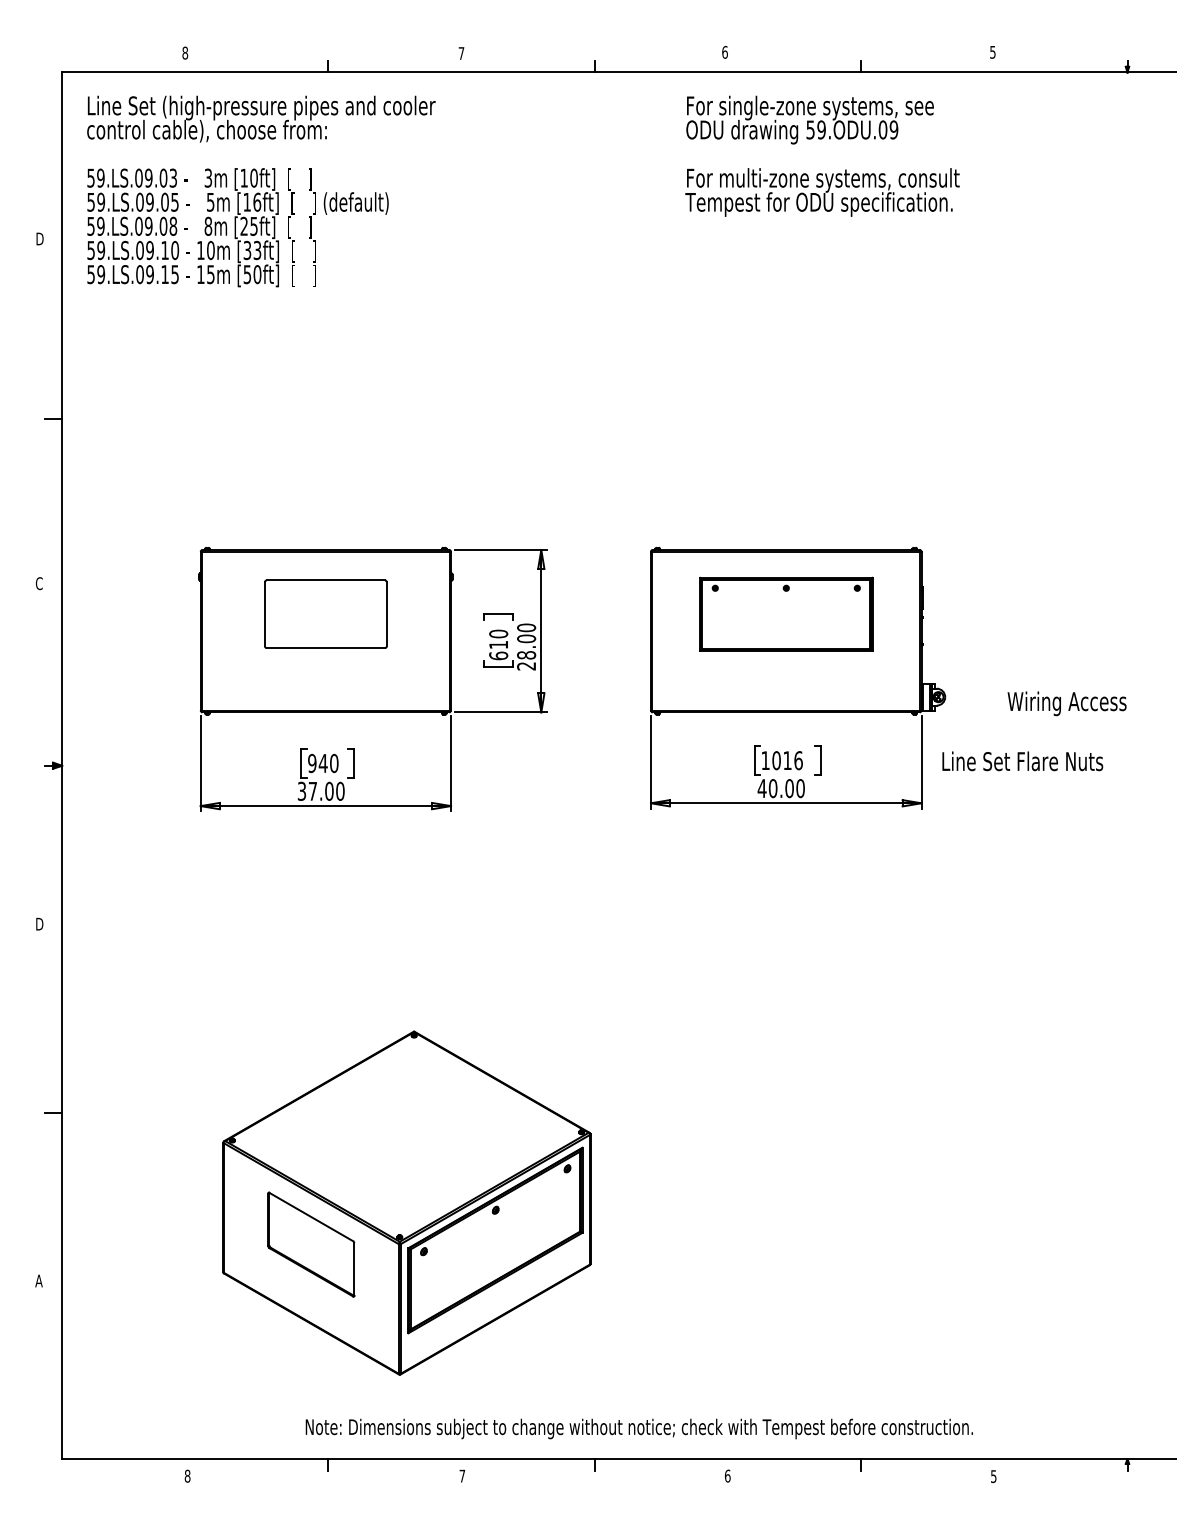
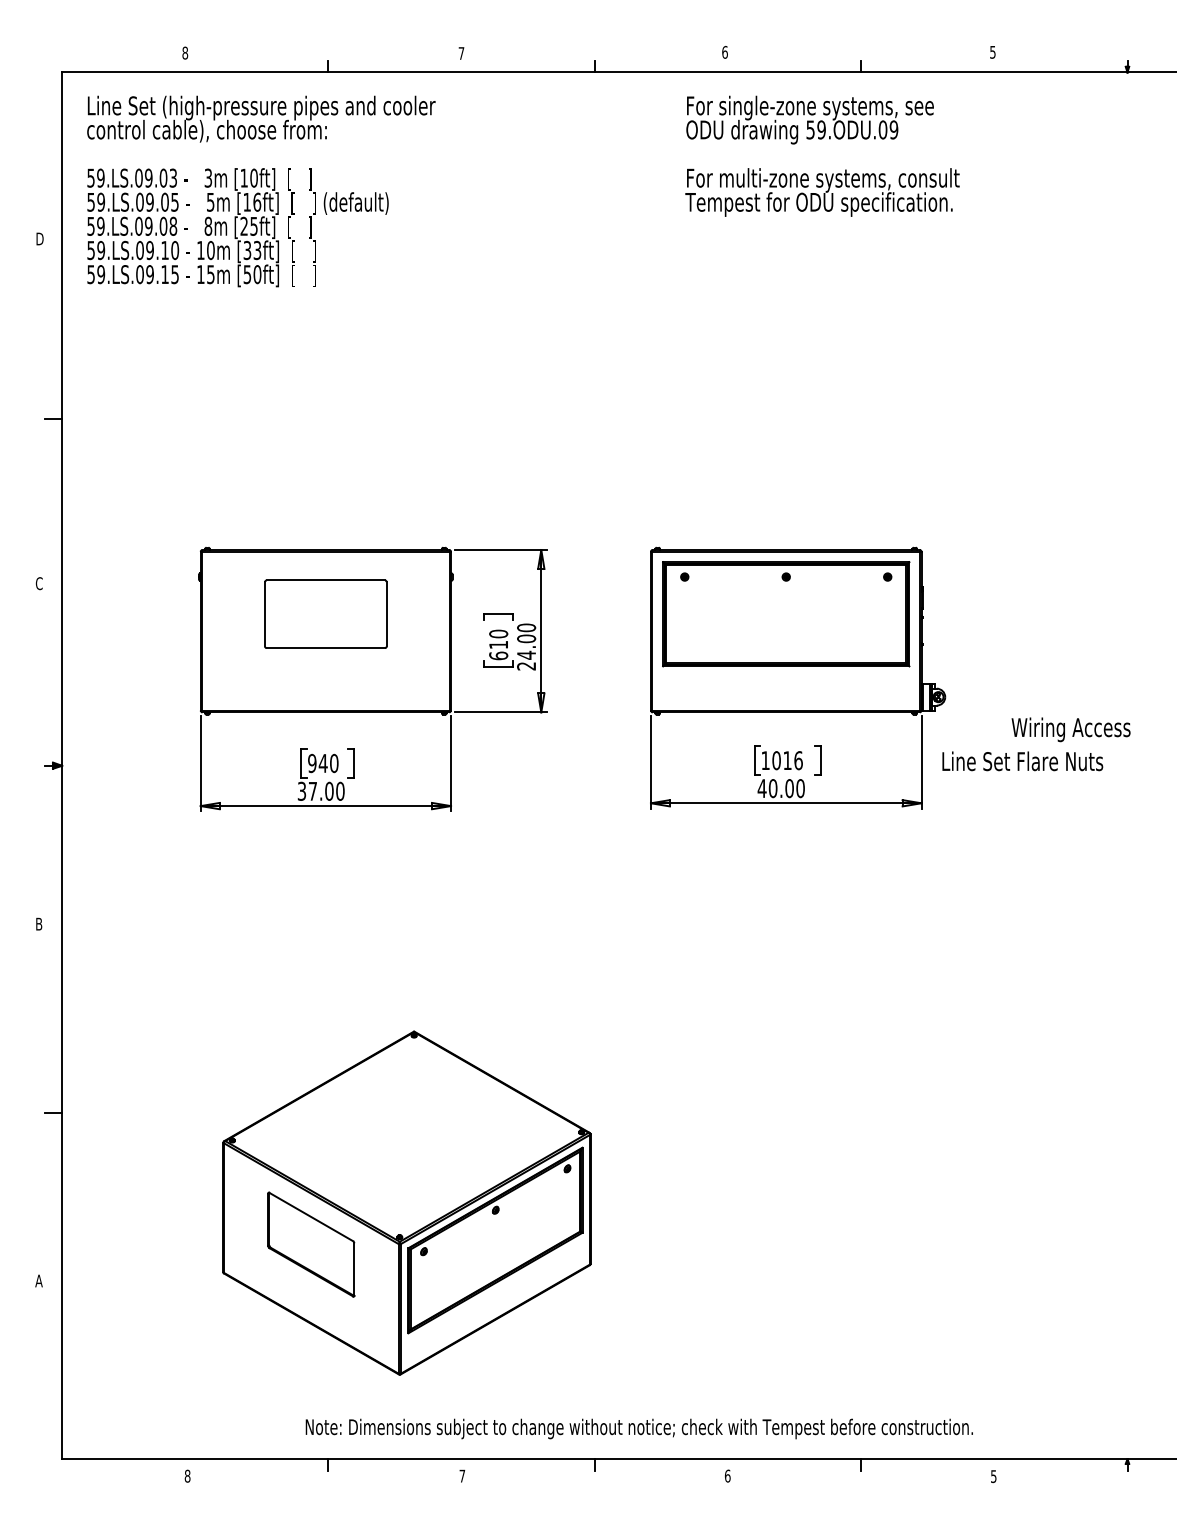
part at (786, 613) size: 175x76 px -> 249x107 px
text at (526, 654): 28.00 -> 24.00
text at (1066, 703) position: (1066, 703) -> (1070, 729)
text at (40, 924): D -> B
